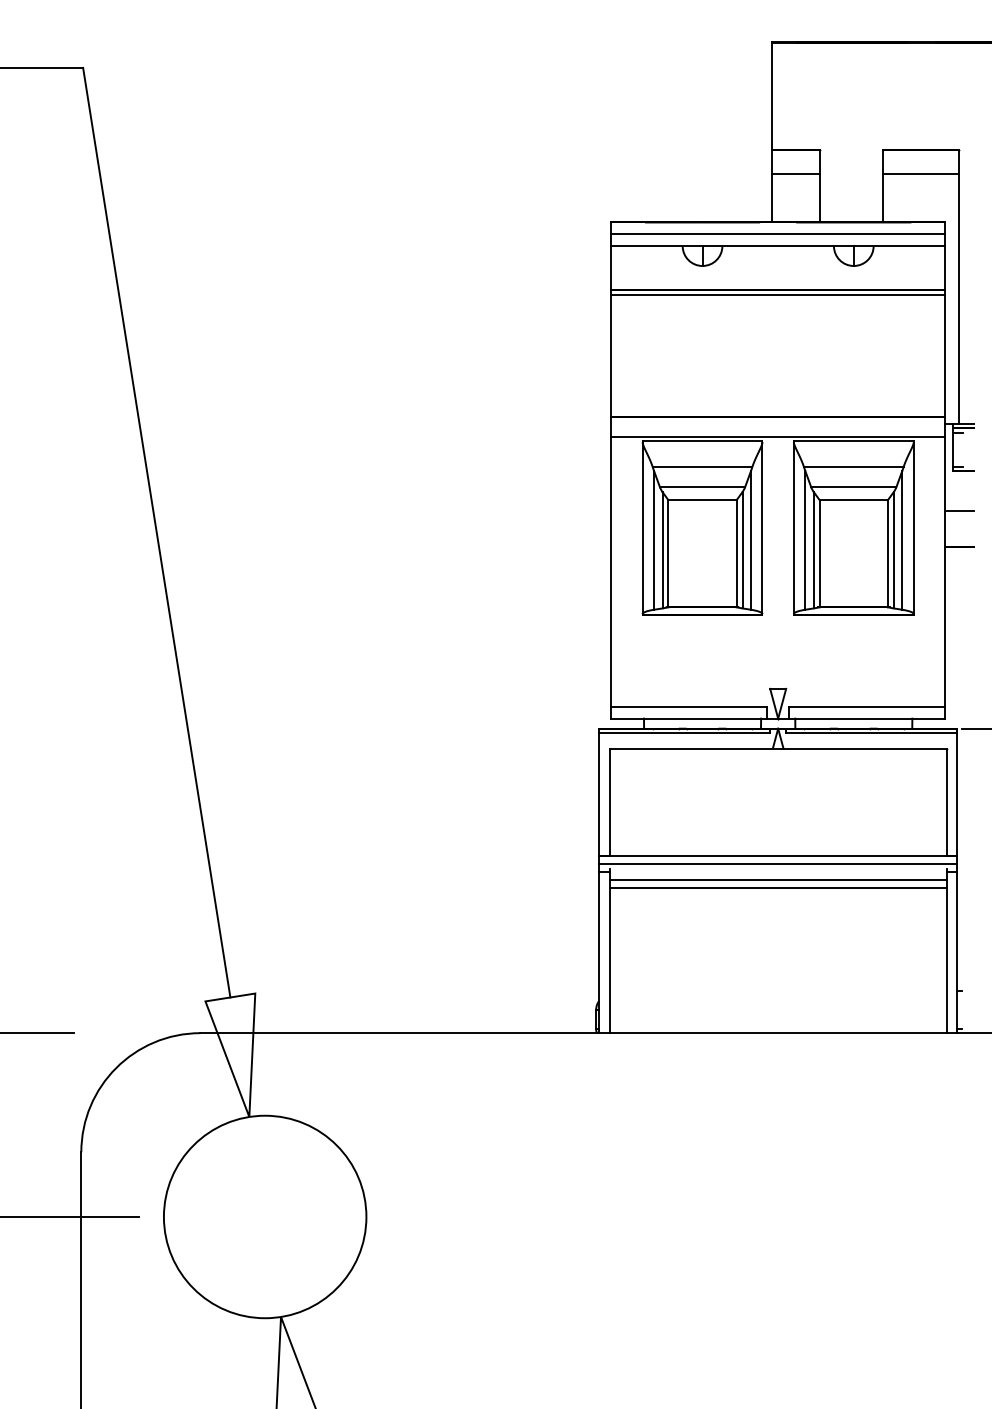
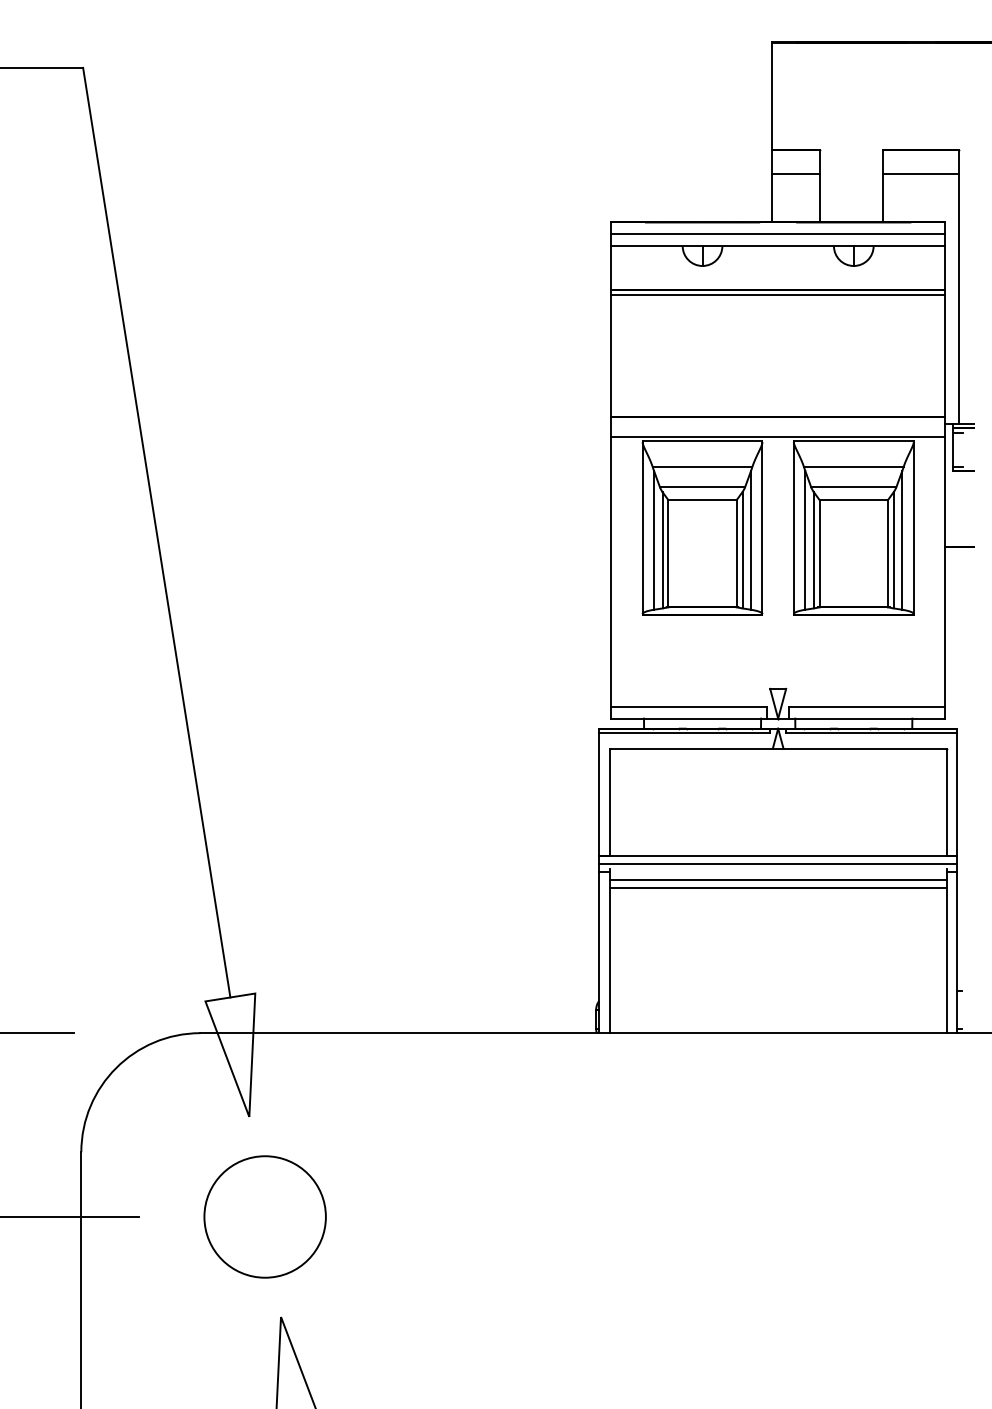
line at (959, 511): present -> none
line at (975, 728): present -> none
circle at (264, 1216) diameter: 202 px -> 121 px
